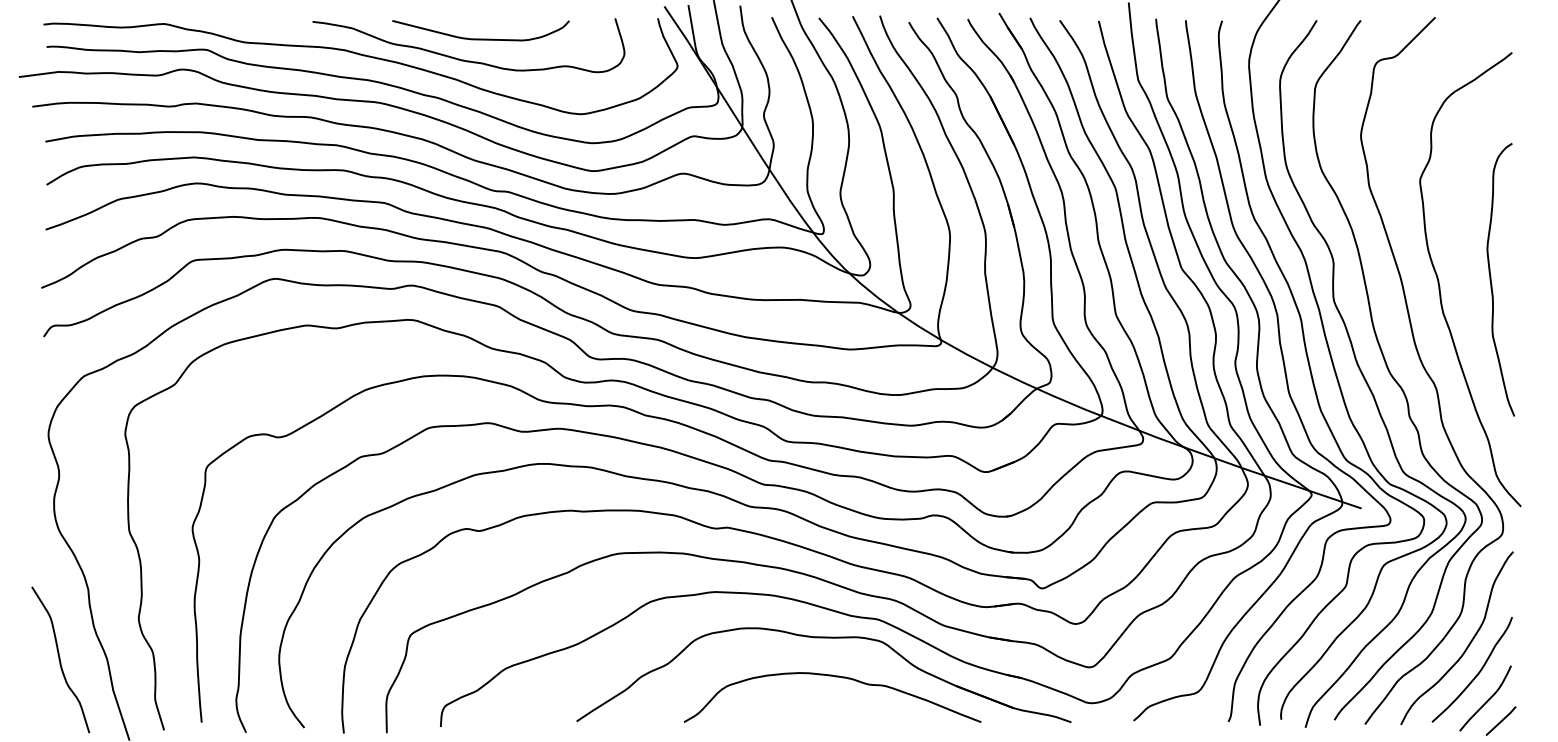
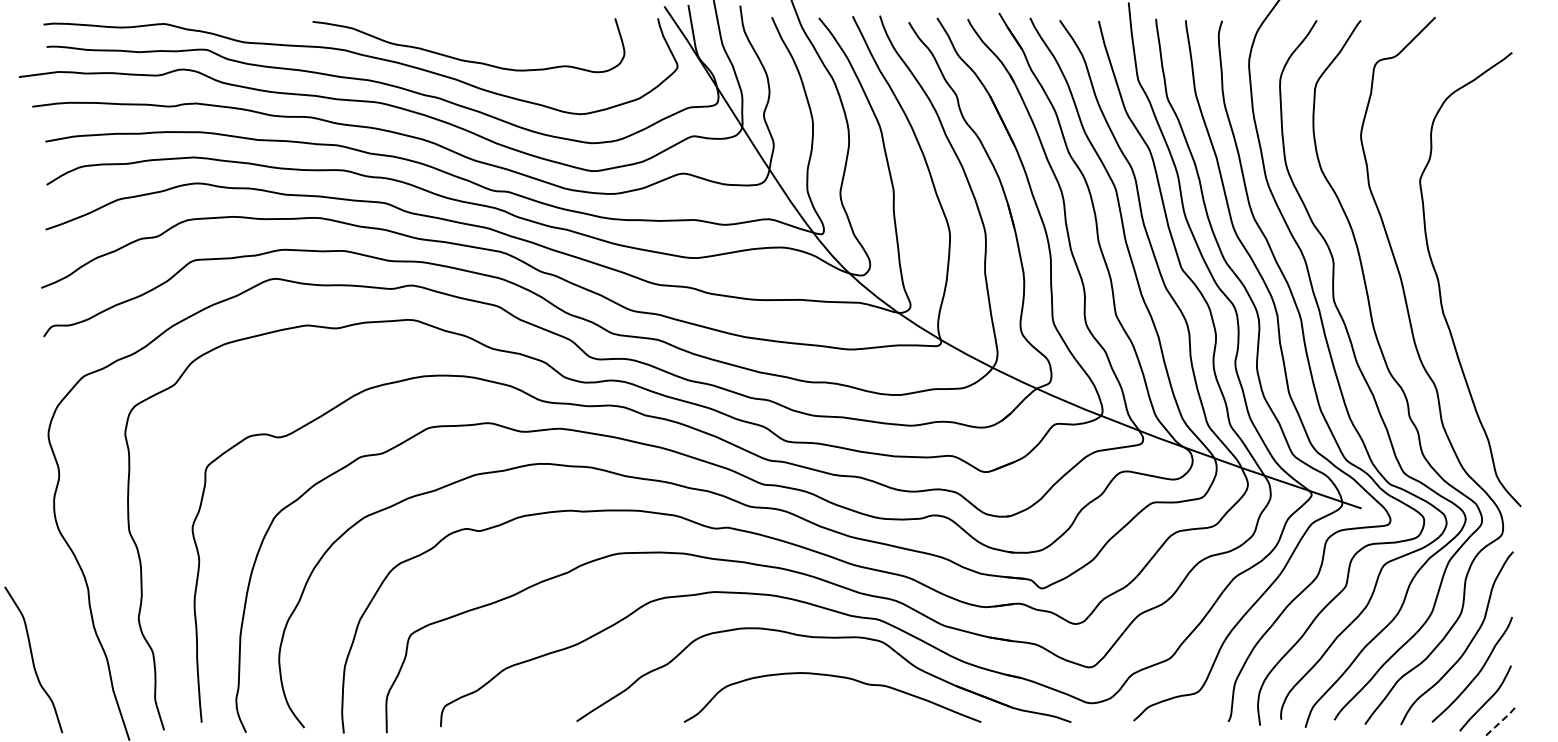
curve at (480, 38): present -> none
curve at (1491, 279): present -> none
curve at (60, 659) position: (60, 659) -> (33, 659)
line at (1502, 720): solid -> dashed
